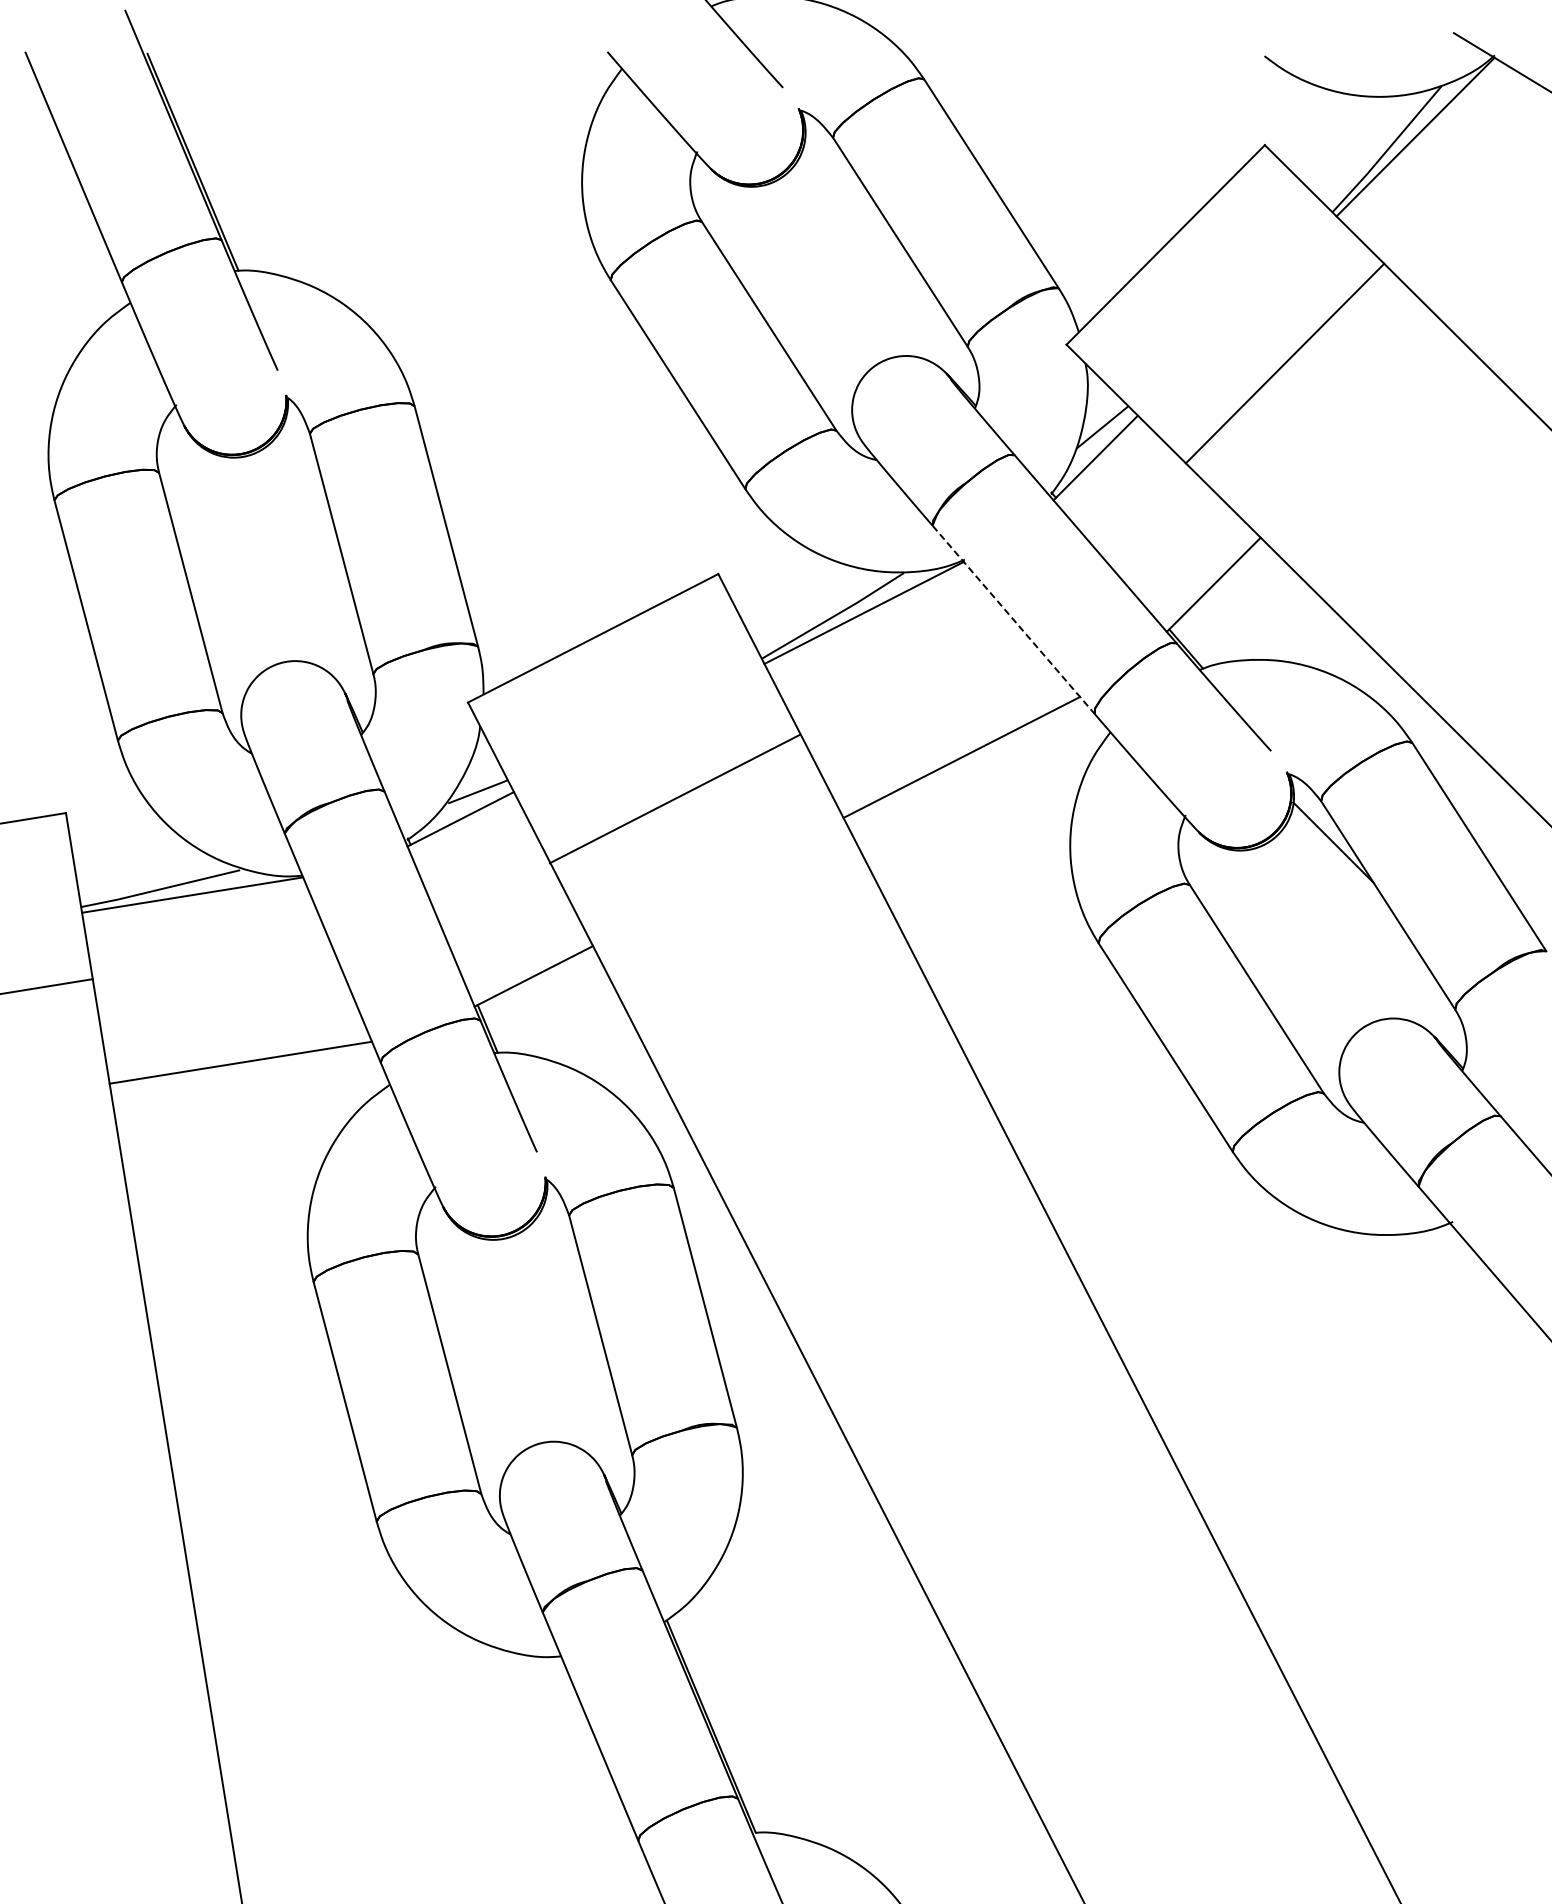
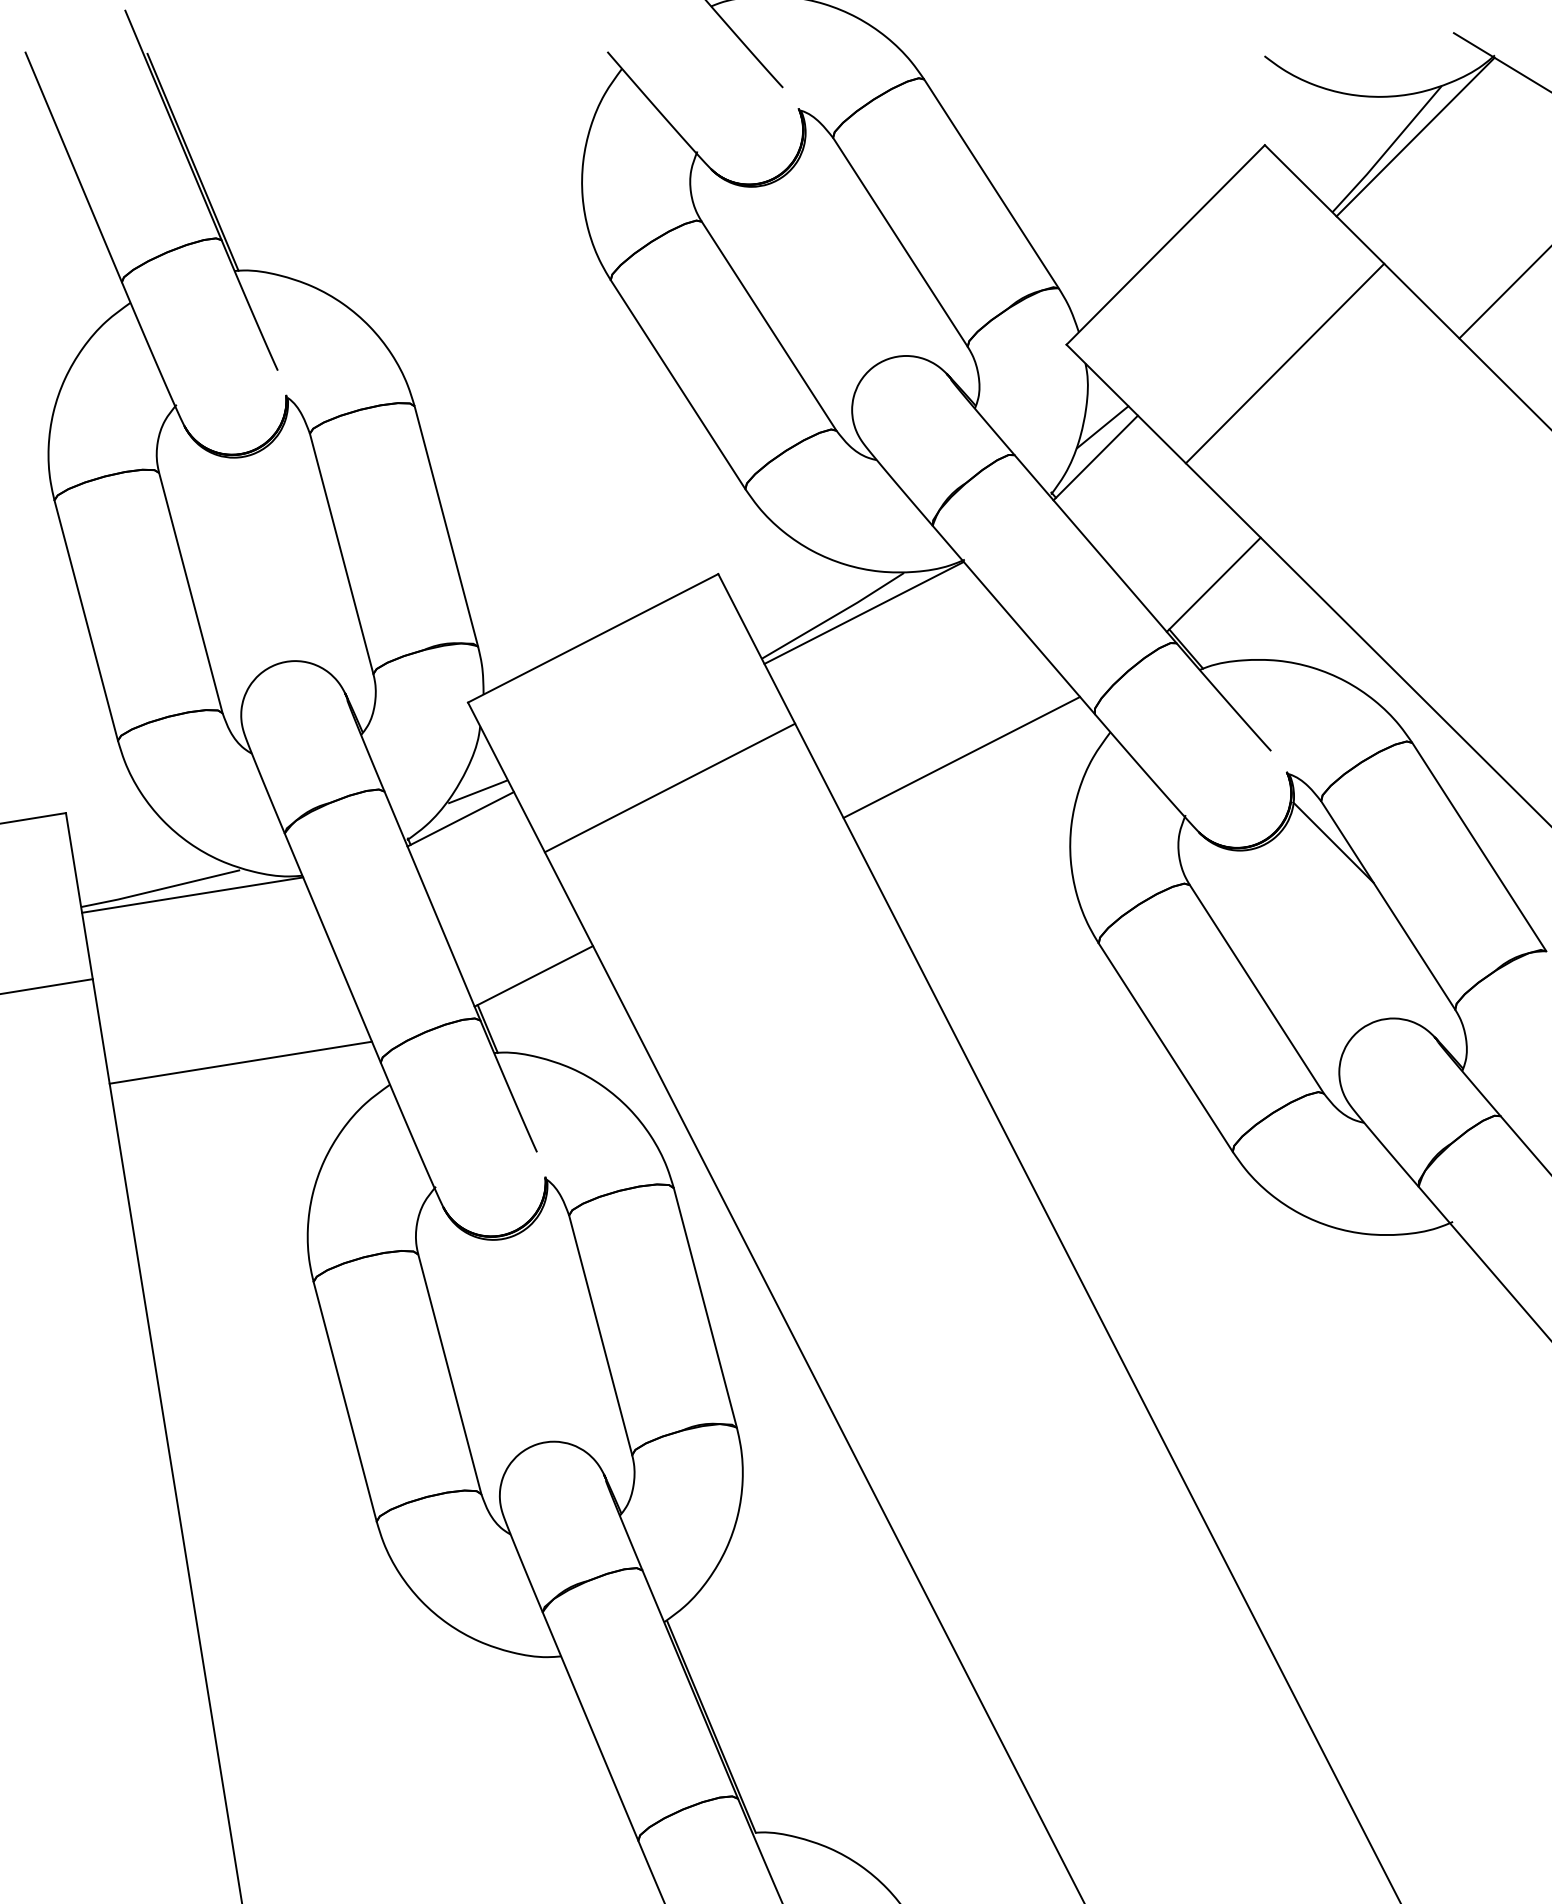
line at (1503, 293): none -> present
line at (1014, 620): dashed -> solid
line at (674, 798) position: (674, 798) -> (669, 787)
